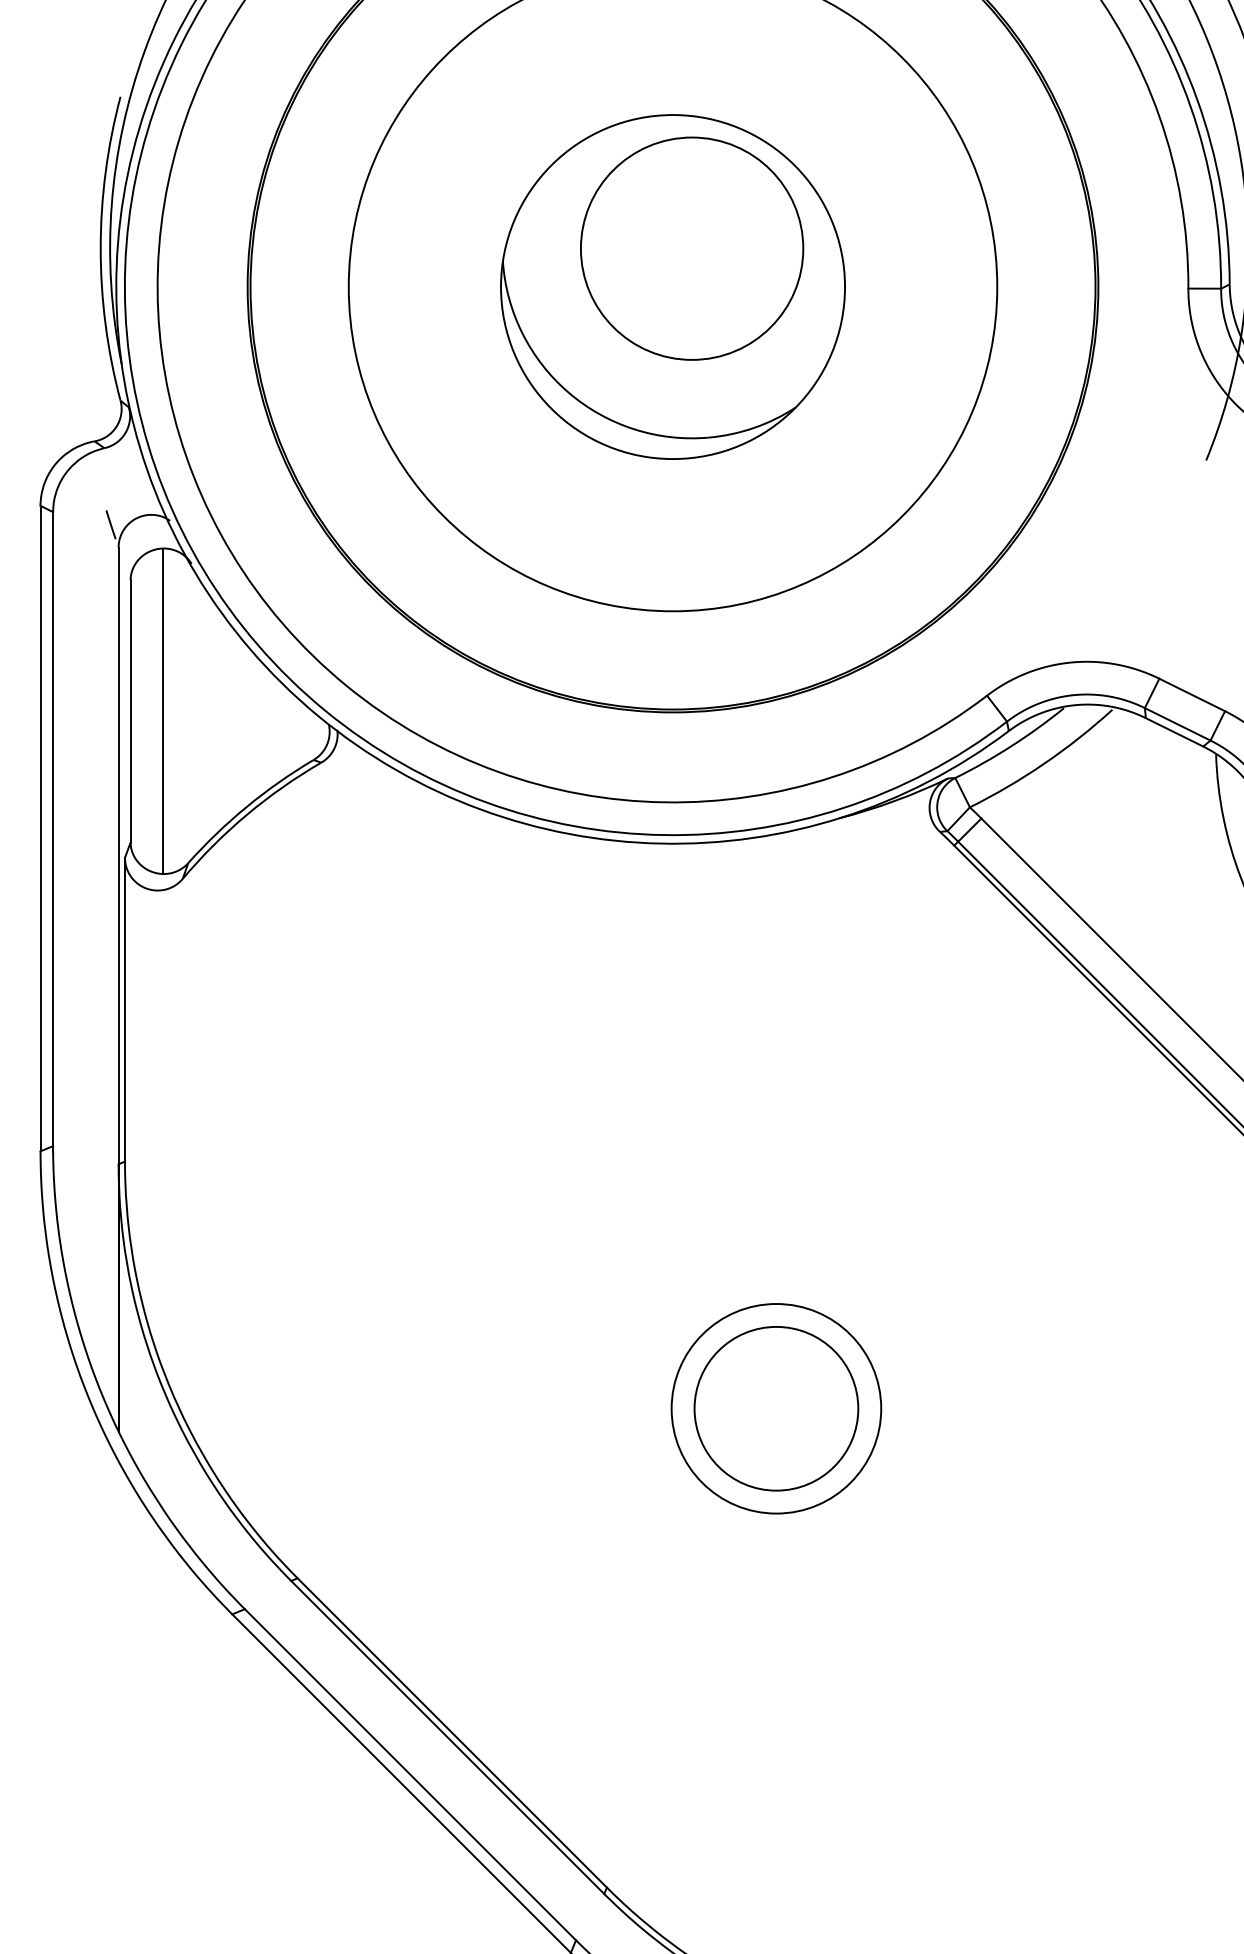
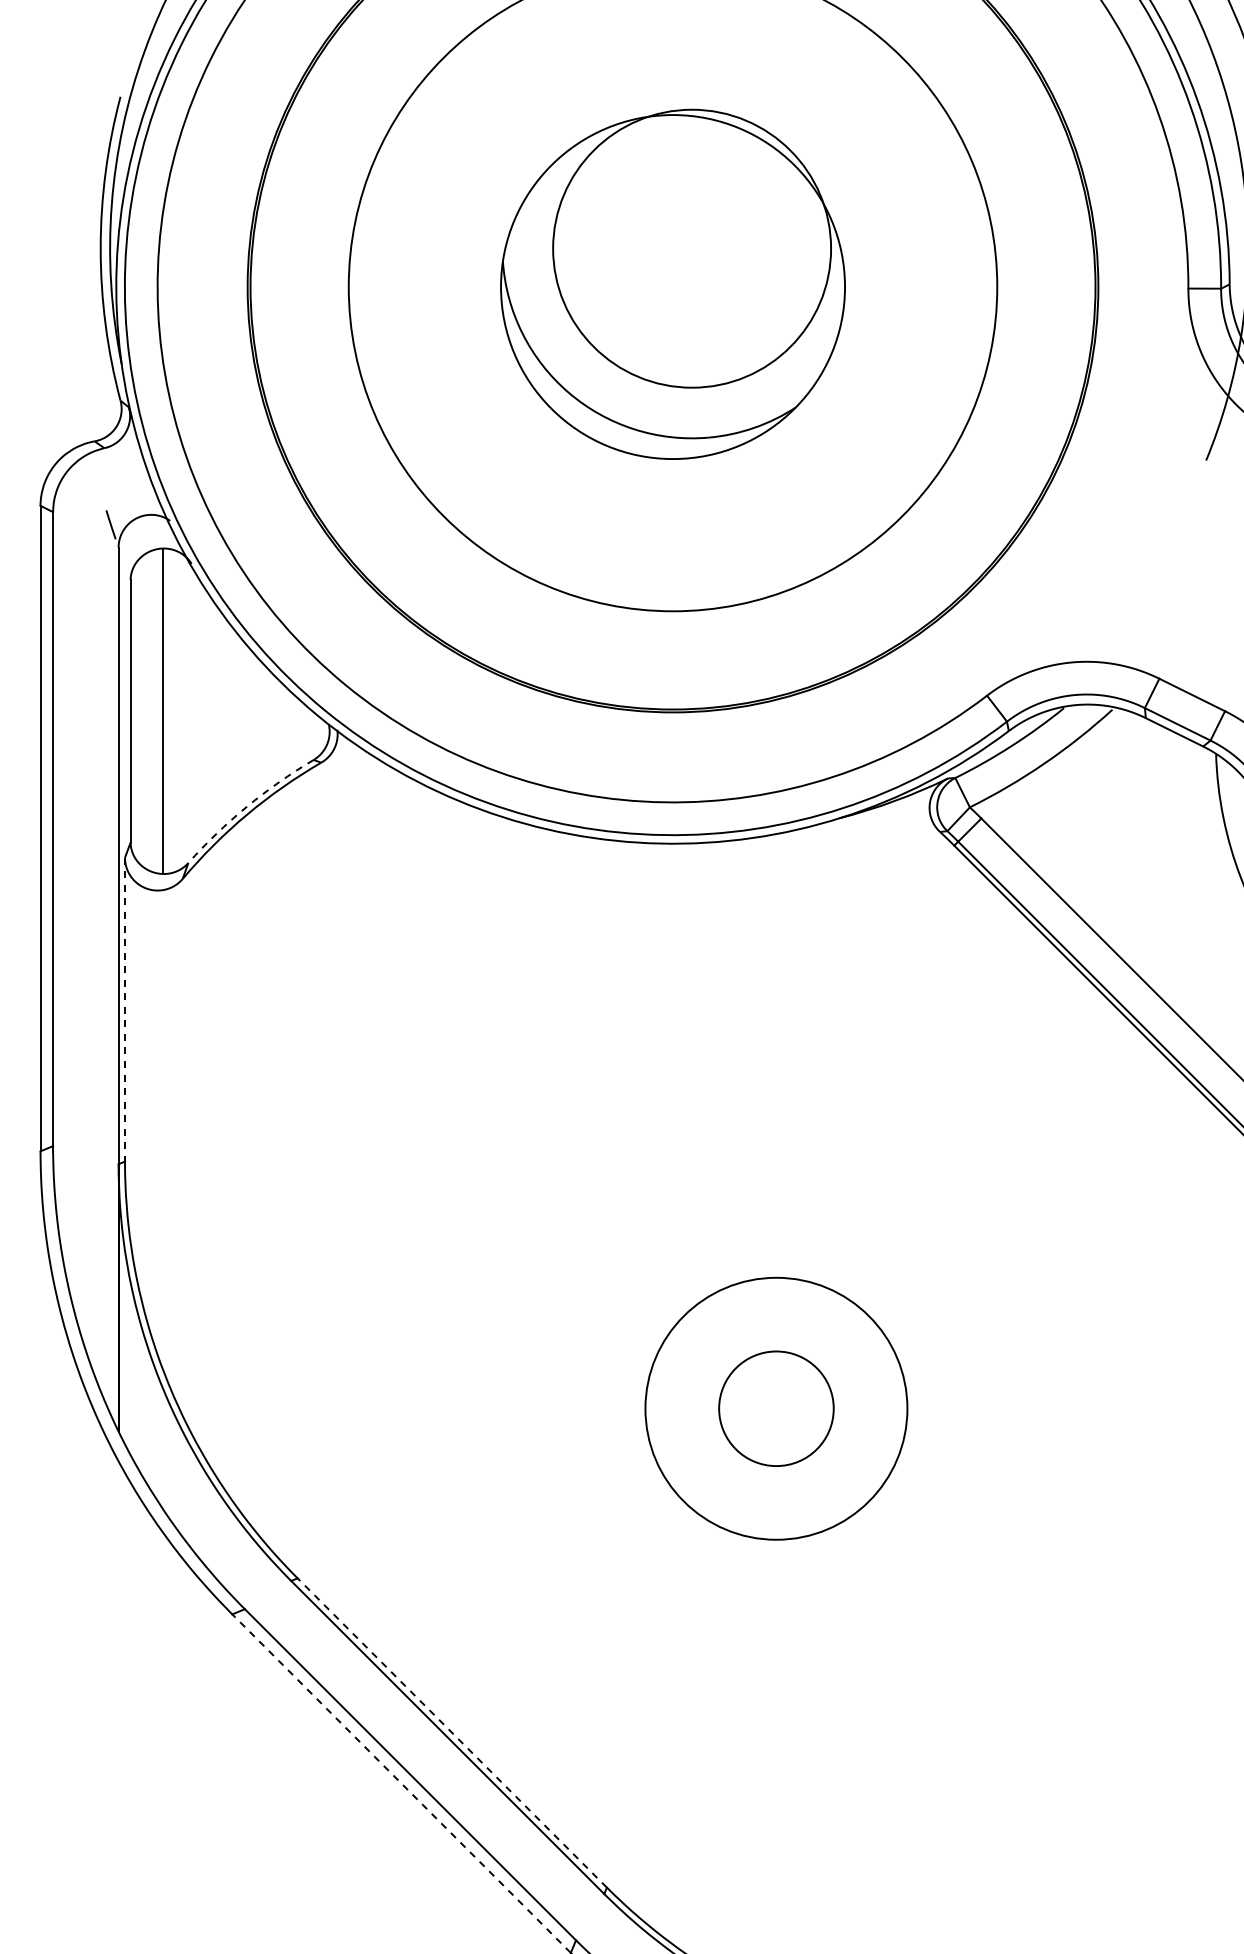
circle at (691, 248) diameter: 222 px -> 278 px
arc at (247, 806): solid -> dashed
line at (125, 1009): solid -> dashed
circle at (776, 1408) diameter: 164 px -> 115 px
circle at (776, 1408) diameter: 210 px -> 262 px
line at (452, 1732): solid -> dashed
line at (401, 1783): solid -> dashed
